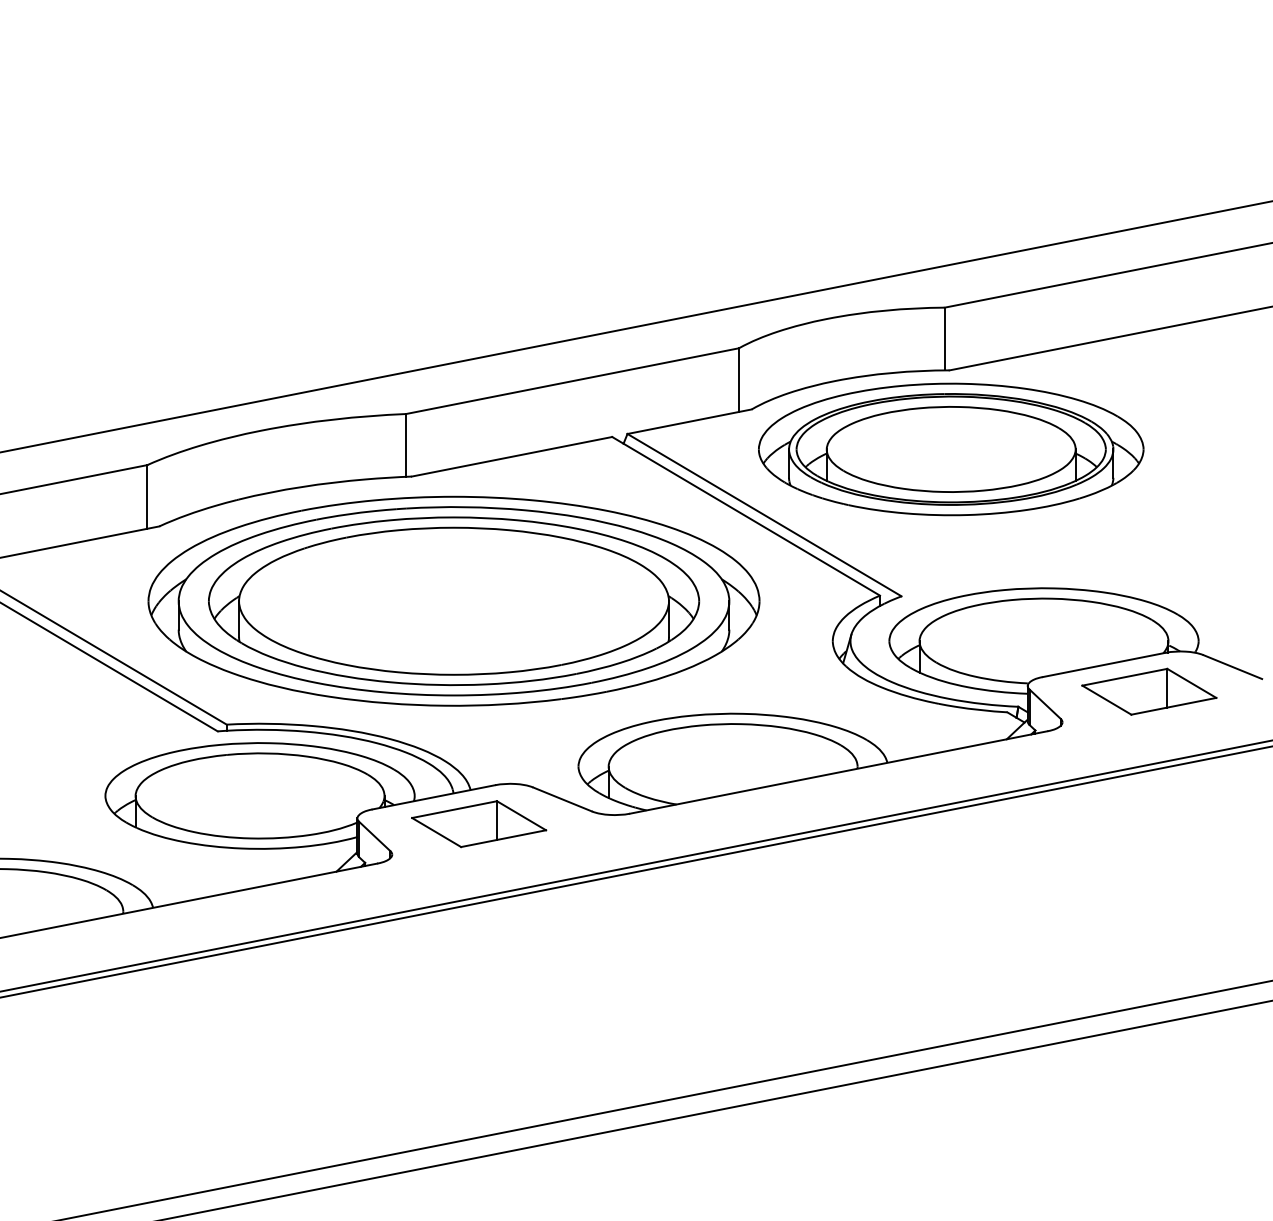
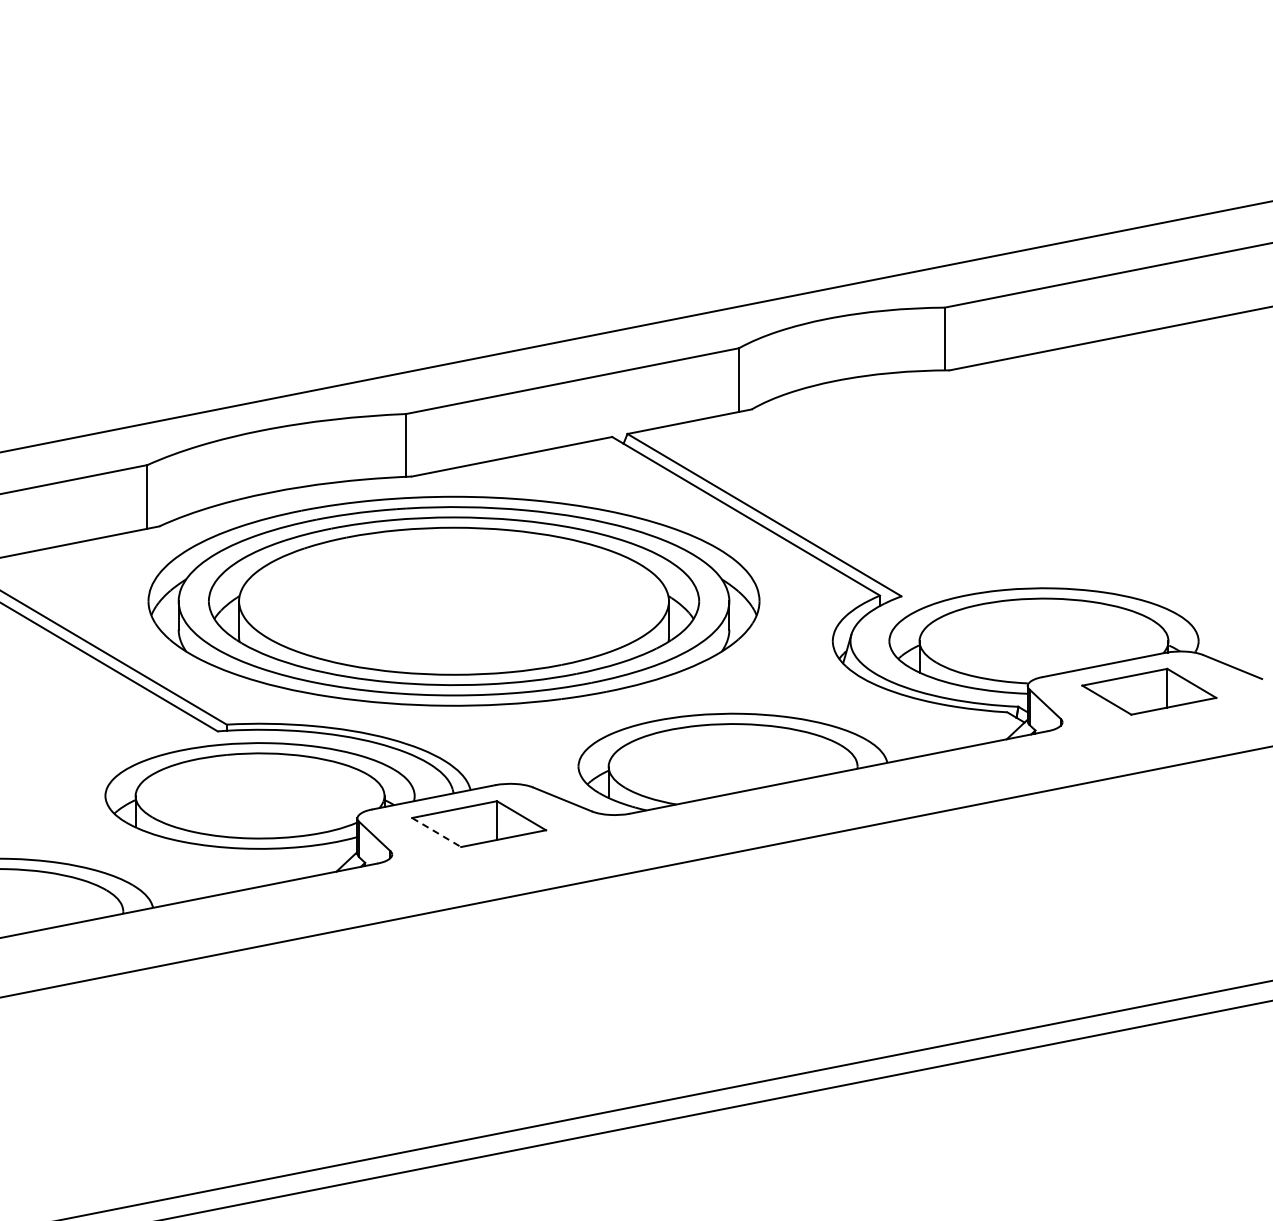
part at (951, 449): present -> none
line at (437, 832): solid -> dashed
line at (635, 866): present -> none
